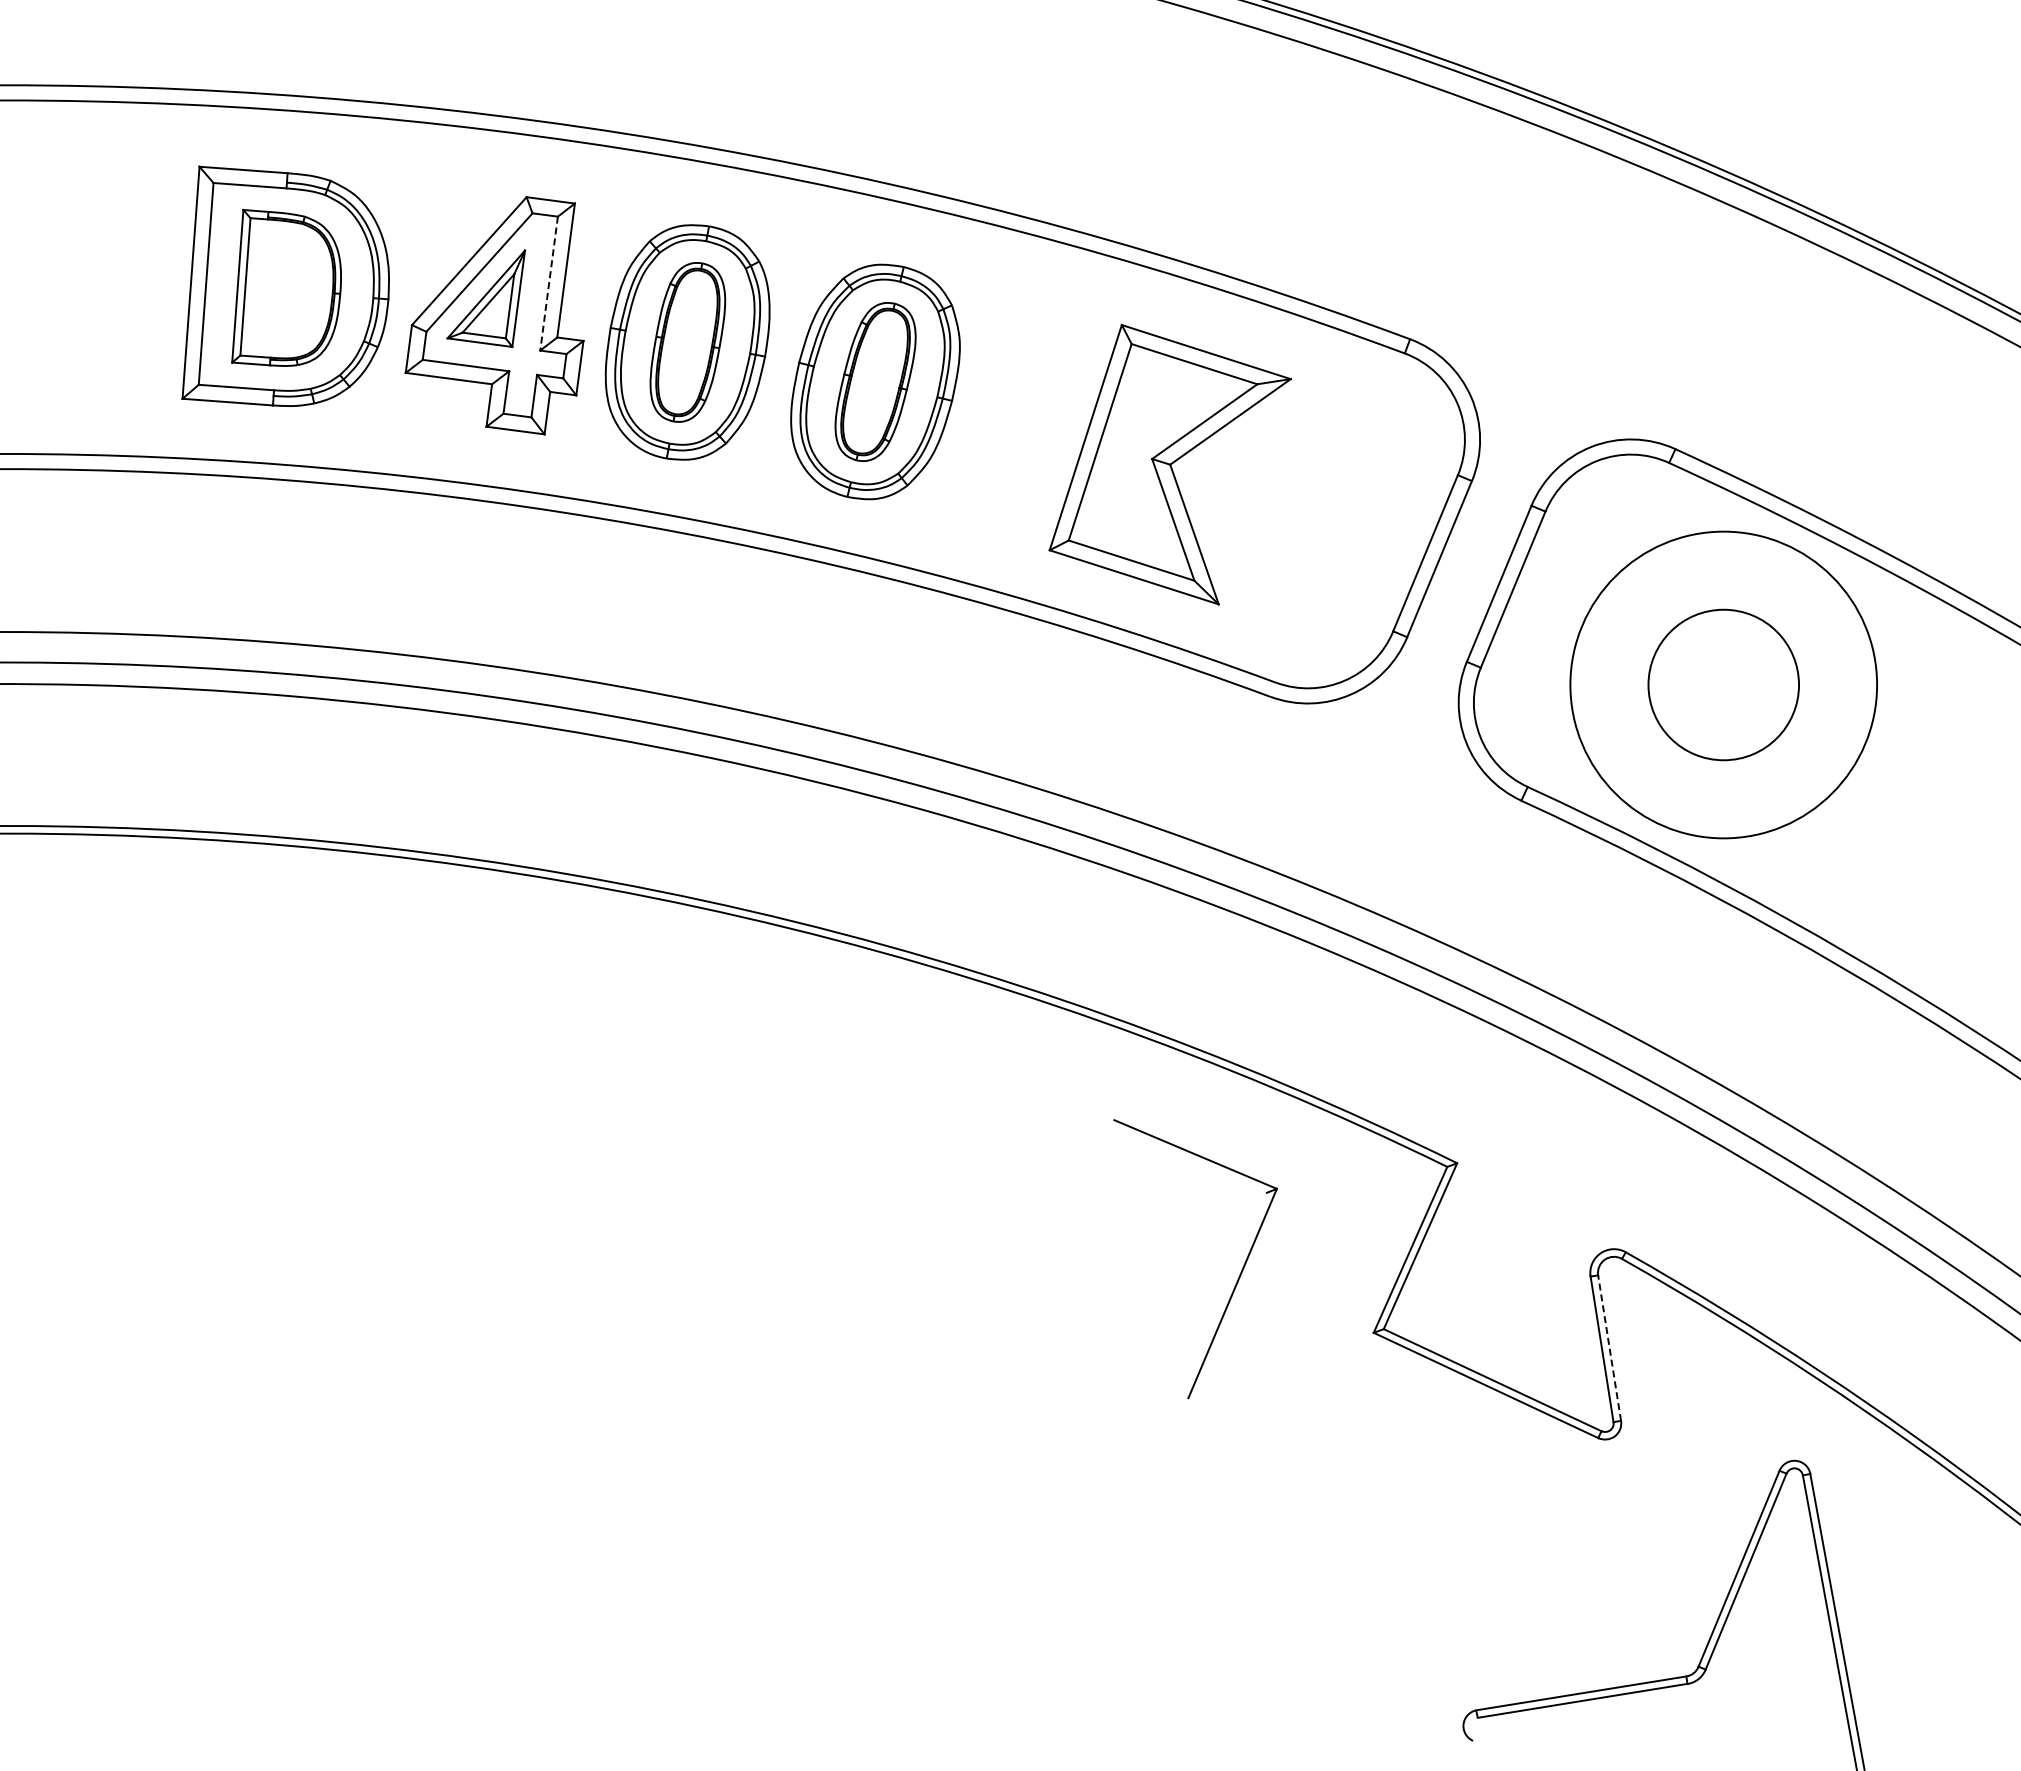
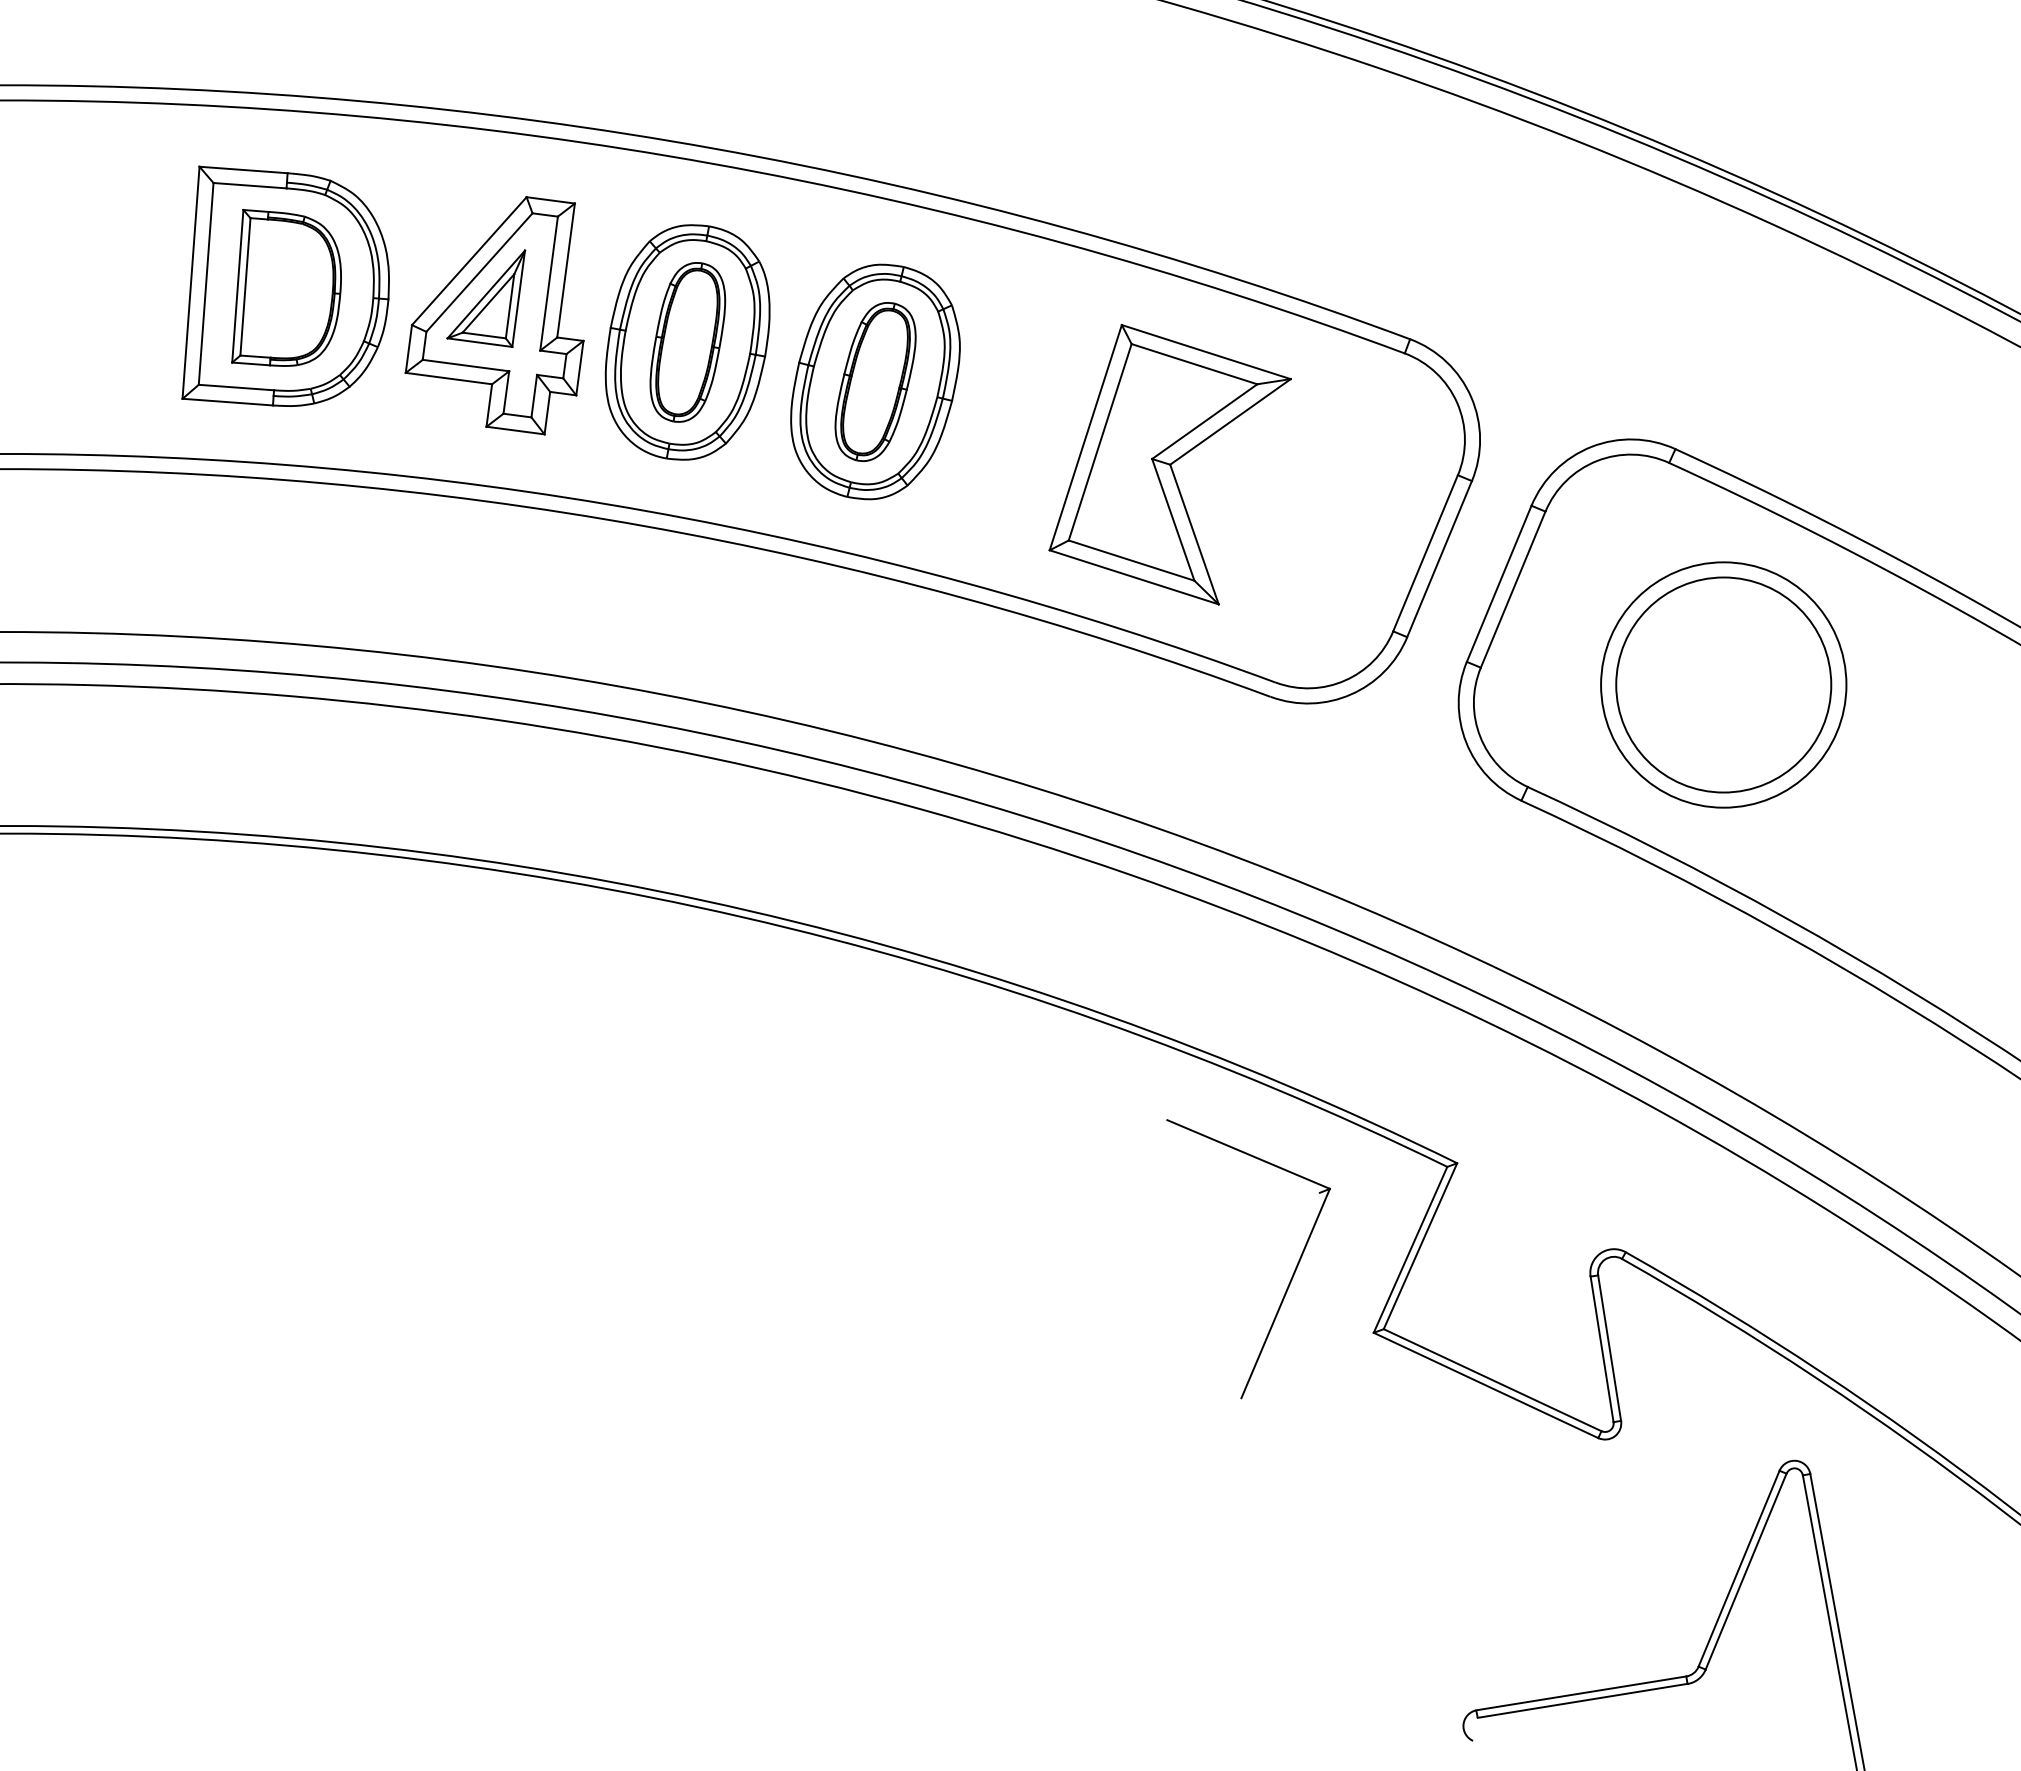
line at (549, 283): dashed -> solid
circle at (1723, 684) diameter: 151 px -> 215 px
circle at (1723, 684) diameter: 307 px -> 245 px
part at (1238, 1276) position: (1238, 1276) -> (1291, 1276)
line at (1609, 1348): dashed -> solid
